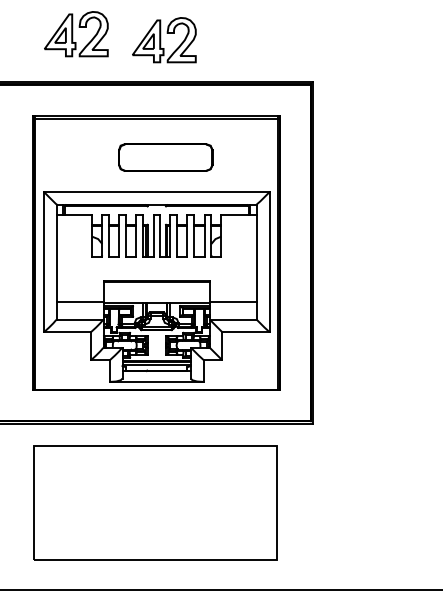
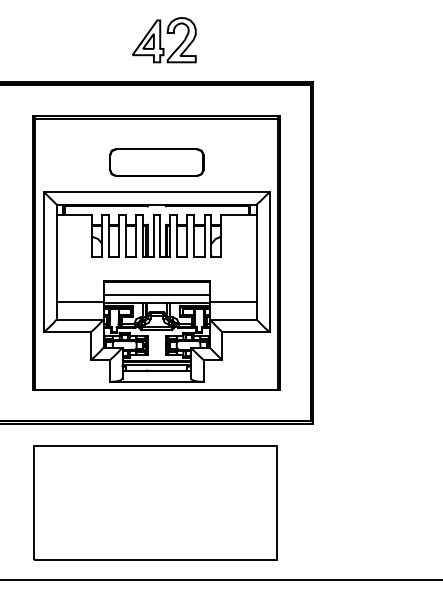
part at (76, 34): present -> none
part at (165, 157) position: (165, 157) -> (156, 162)
line at (156, 294): none -> present
line at (220, 590) position: (220, 590) -> (220, 580)
